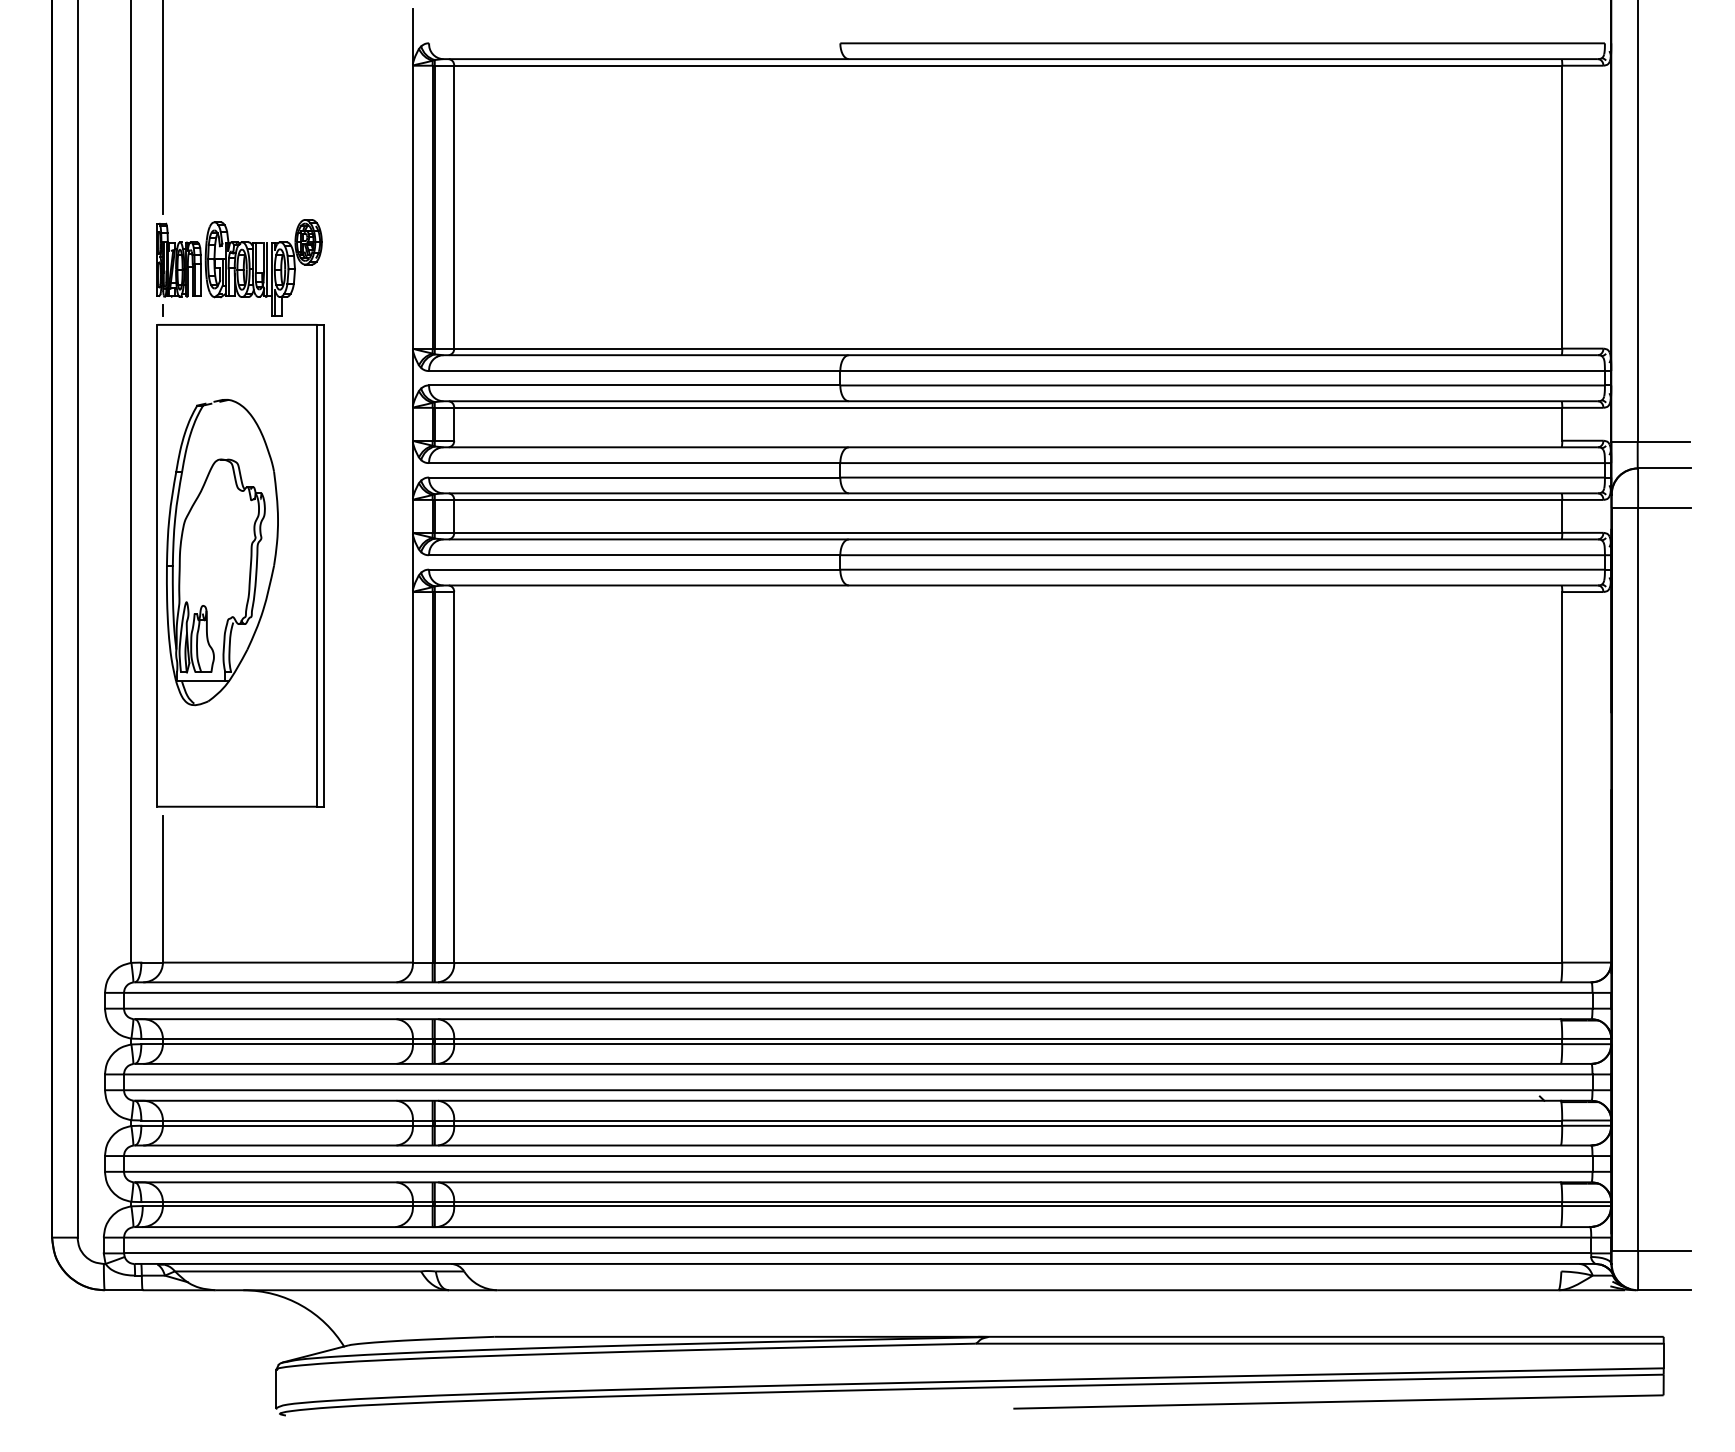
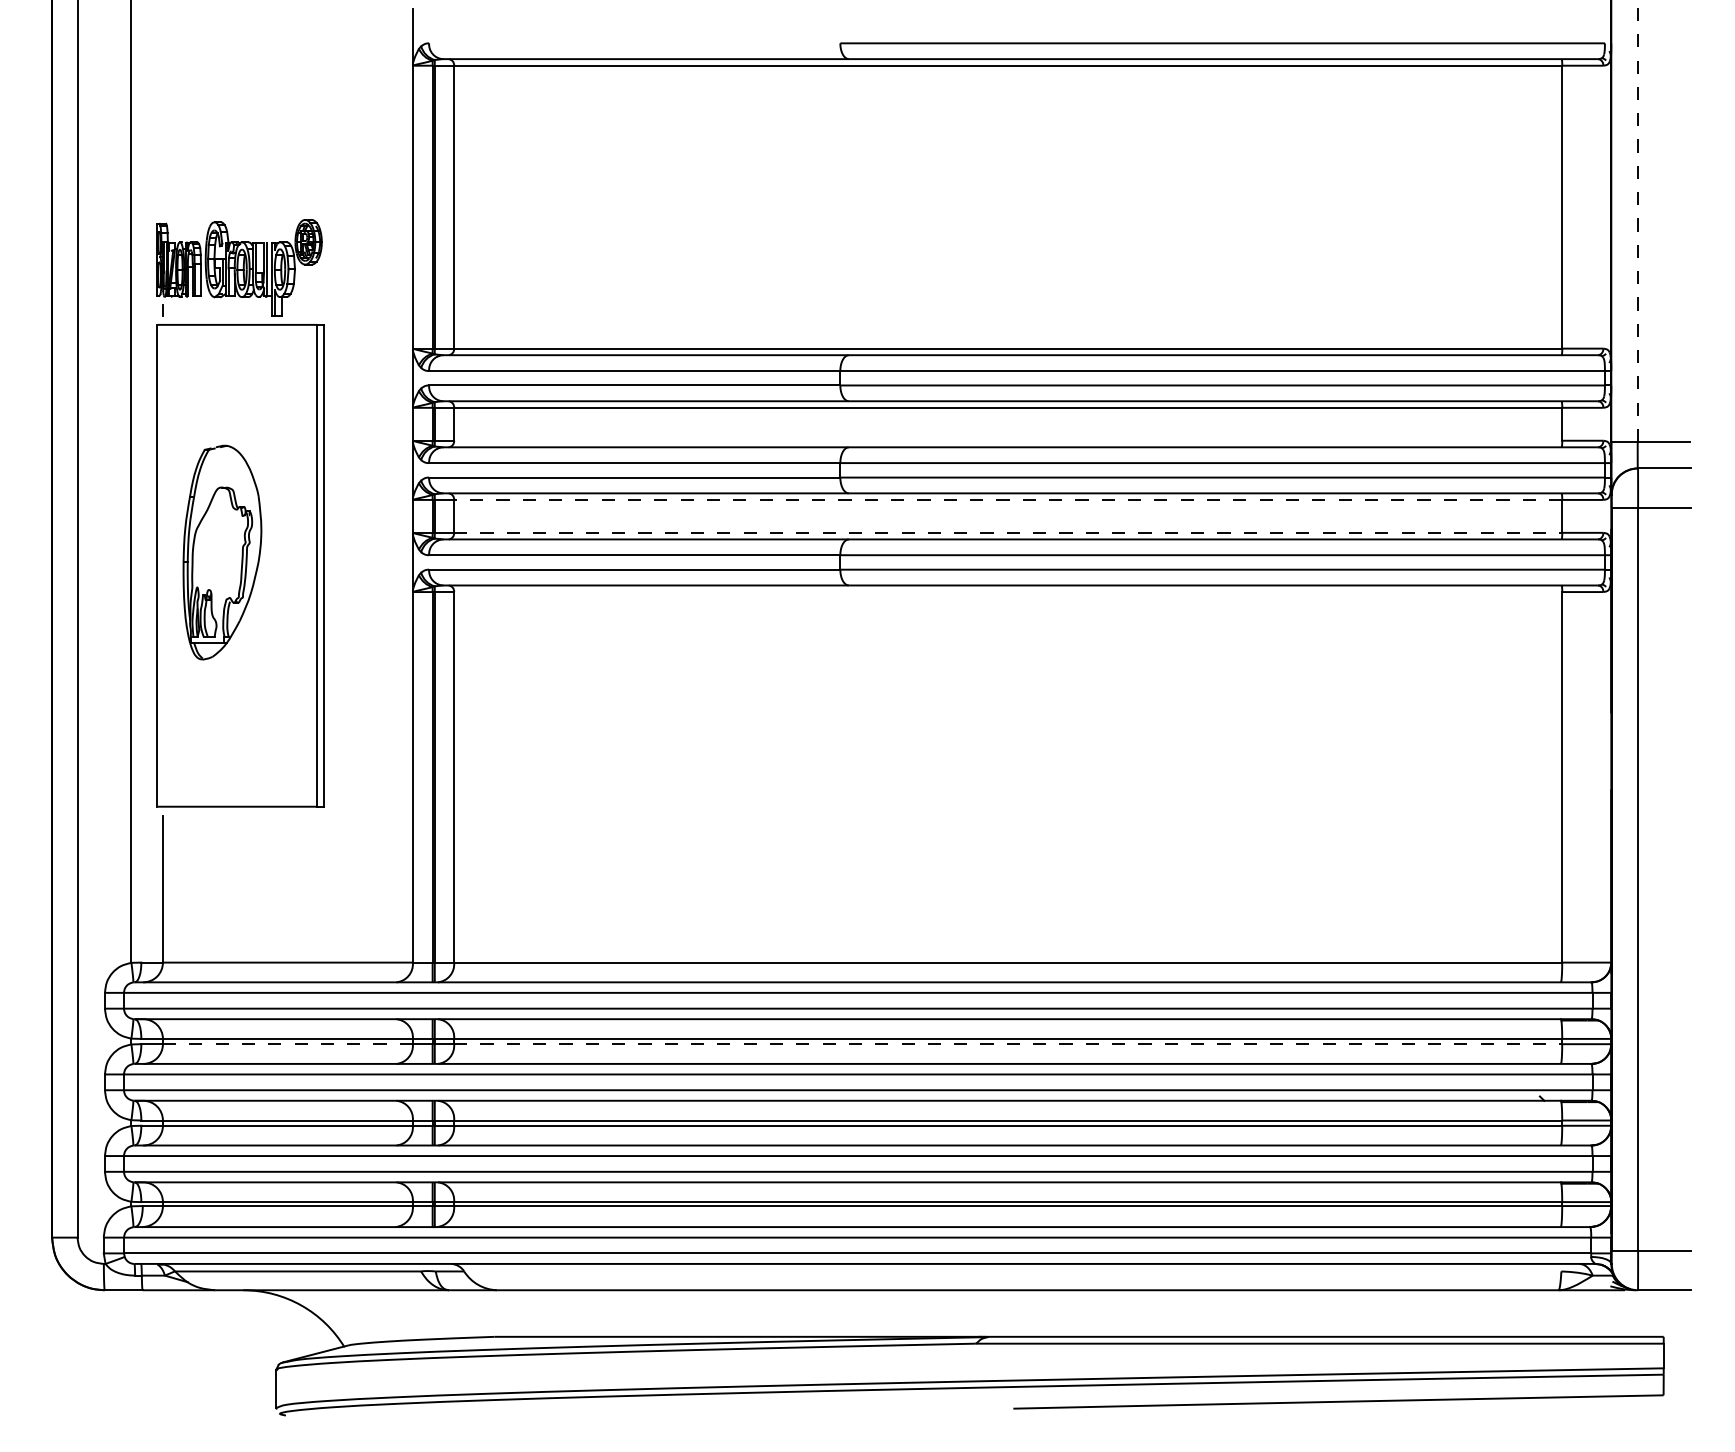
line at (162, 108): present -> none
line at (1637, 221): solid -> dashed
line at (1007, 499): solid -> dashed
line at (1008, 532): solid -> dashed
part at (222, 552) size: 113x308 px -> 81x217 px
line at (287, 1044): solid -> dashed
line at (1008, 1044): solid -> dashed
